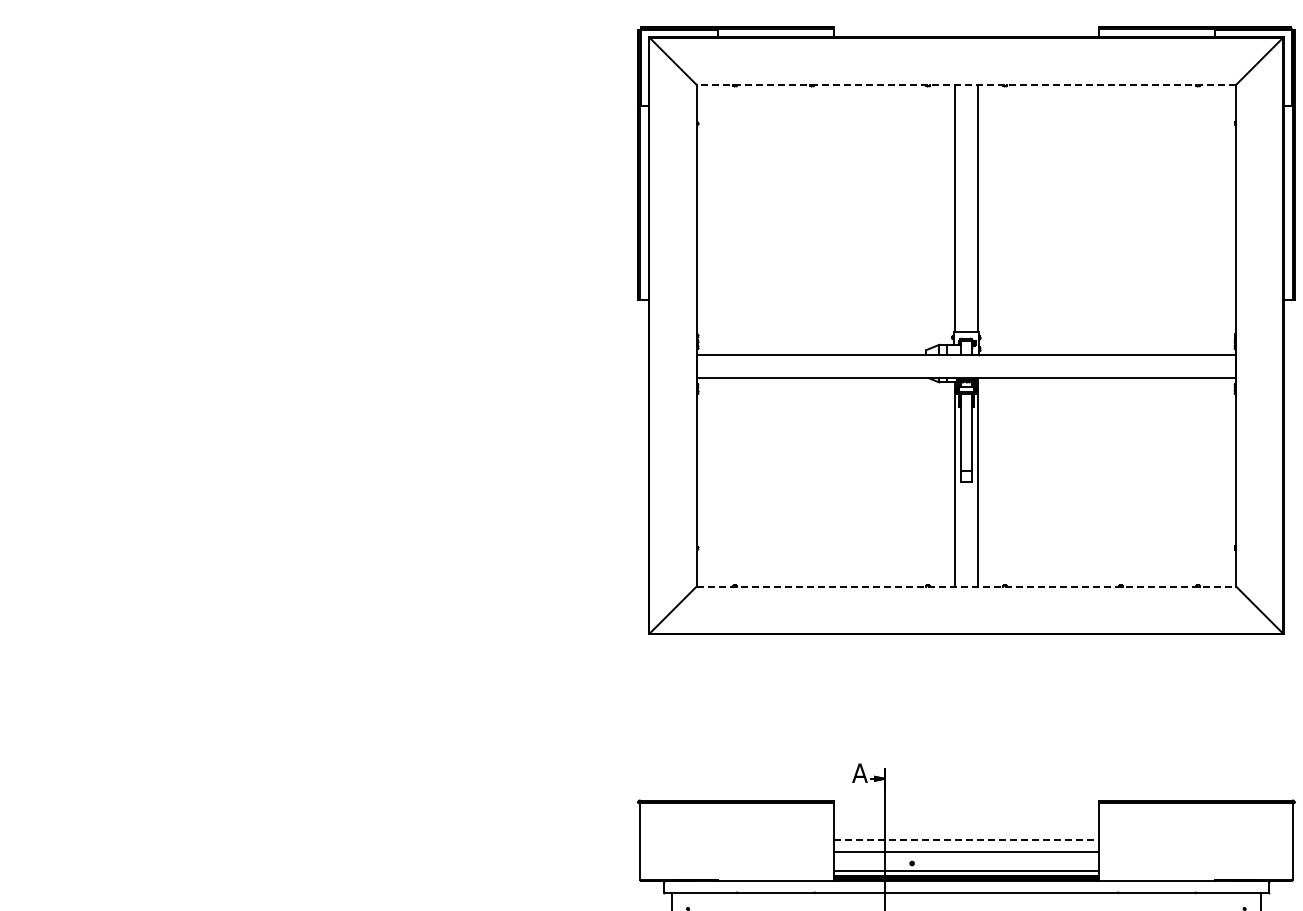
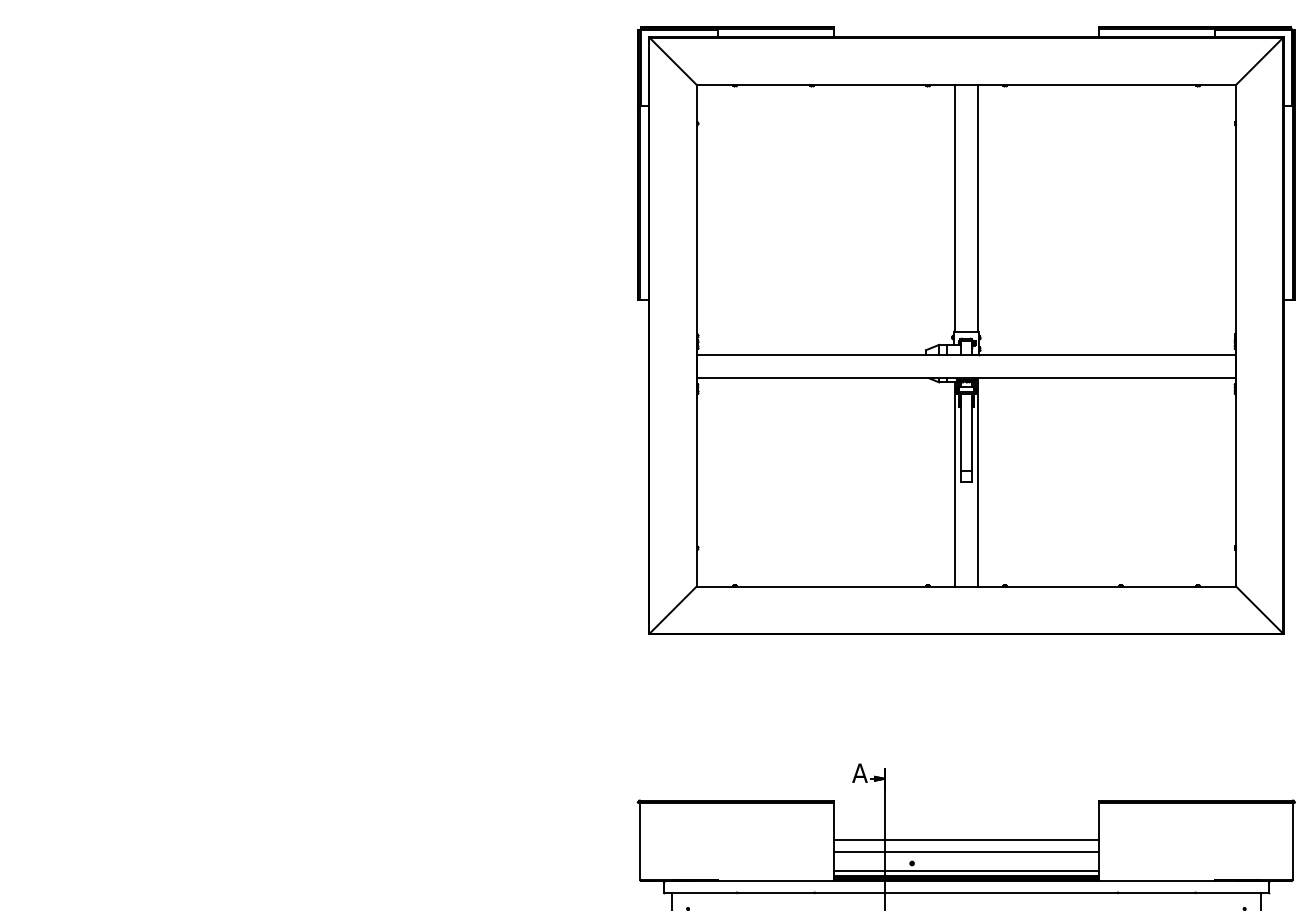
line at (966, 84): dashed -> solid
line at (966, 586): dashed -> solid
line at (966, 839): dashed -> solid
